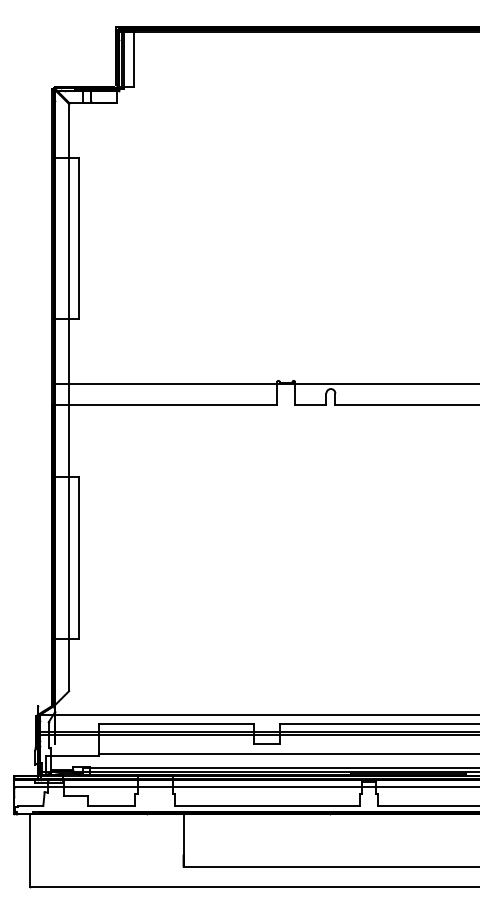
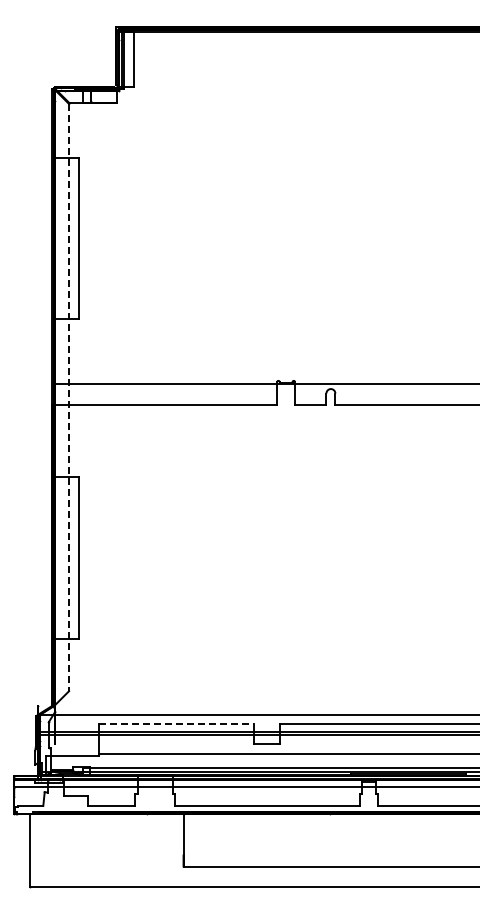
line at (69, 397): solid -> dashed
line at (176, 724): solid -> dashed
